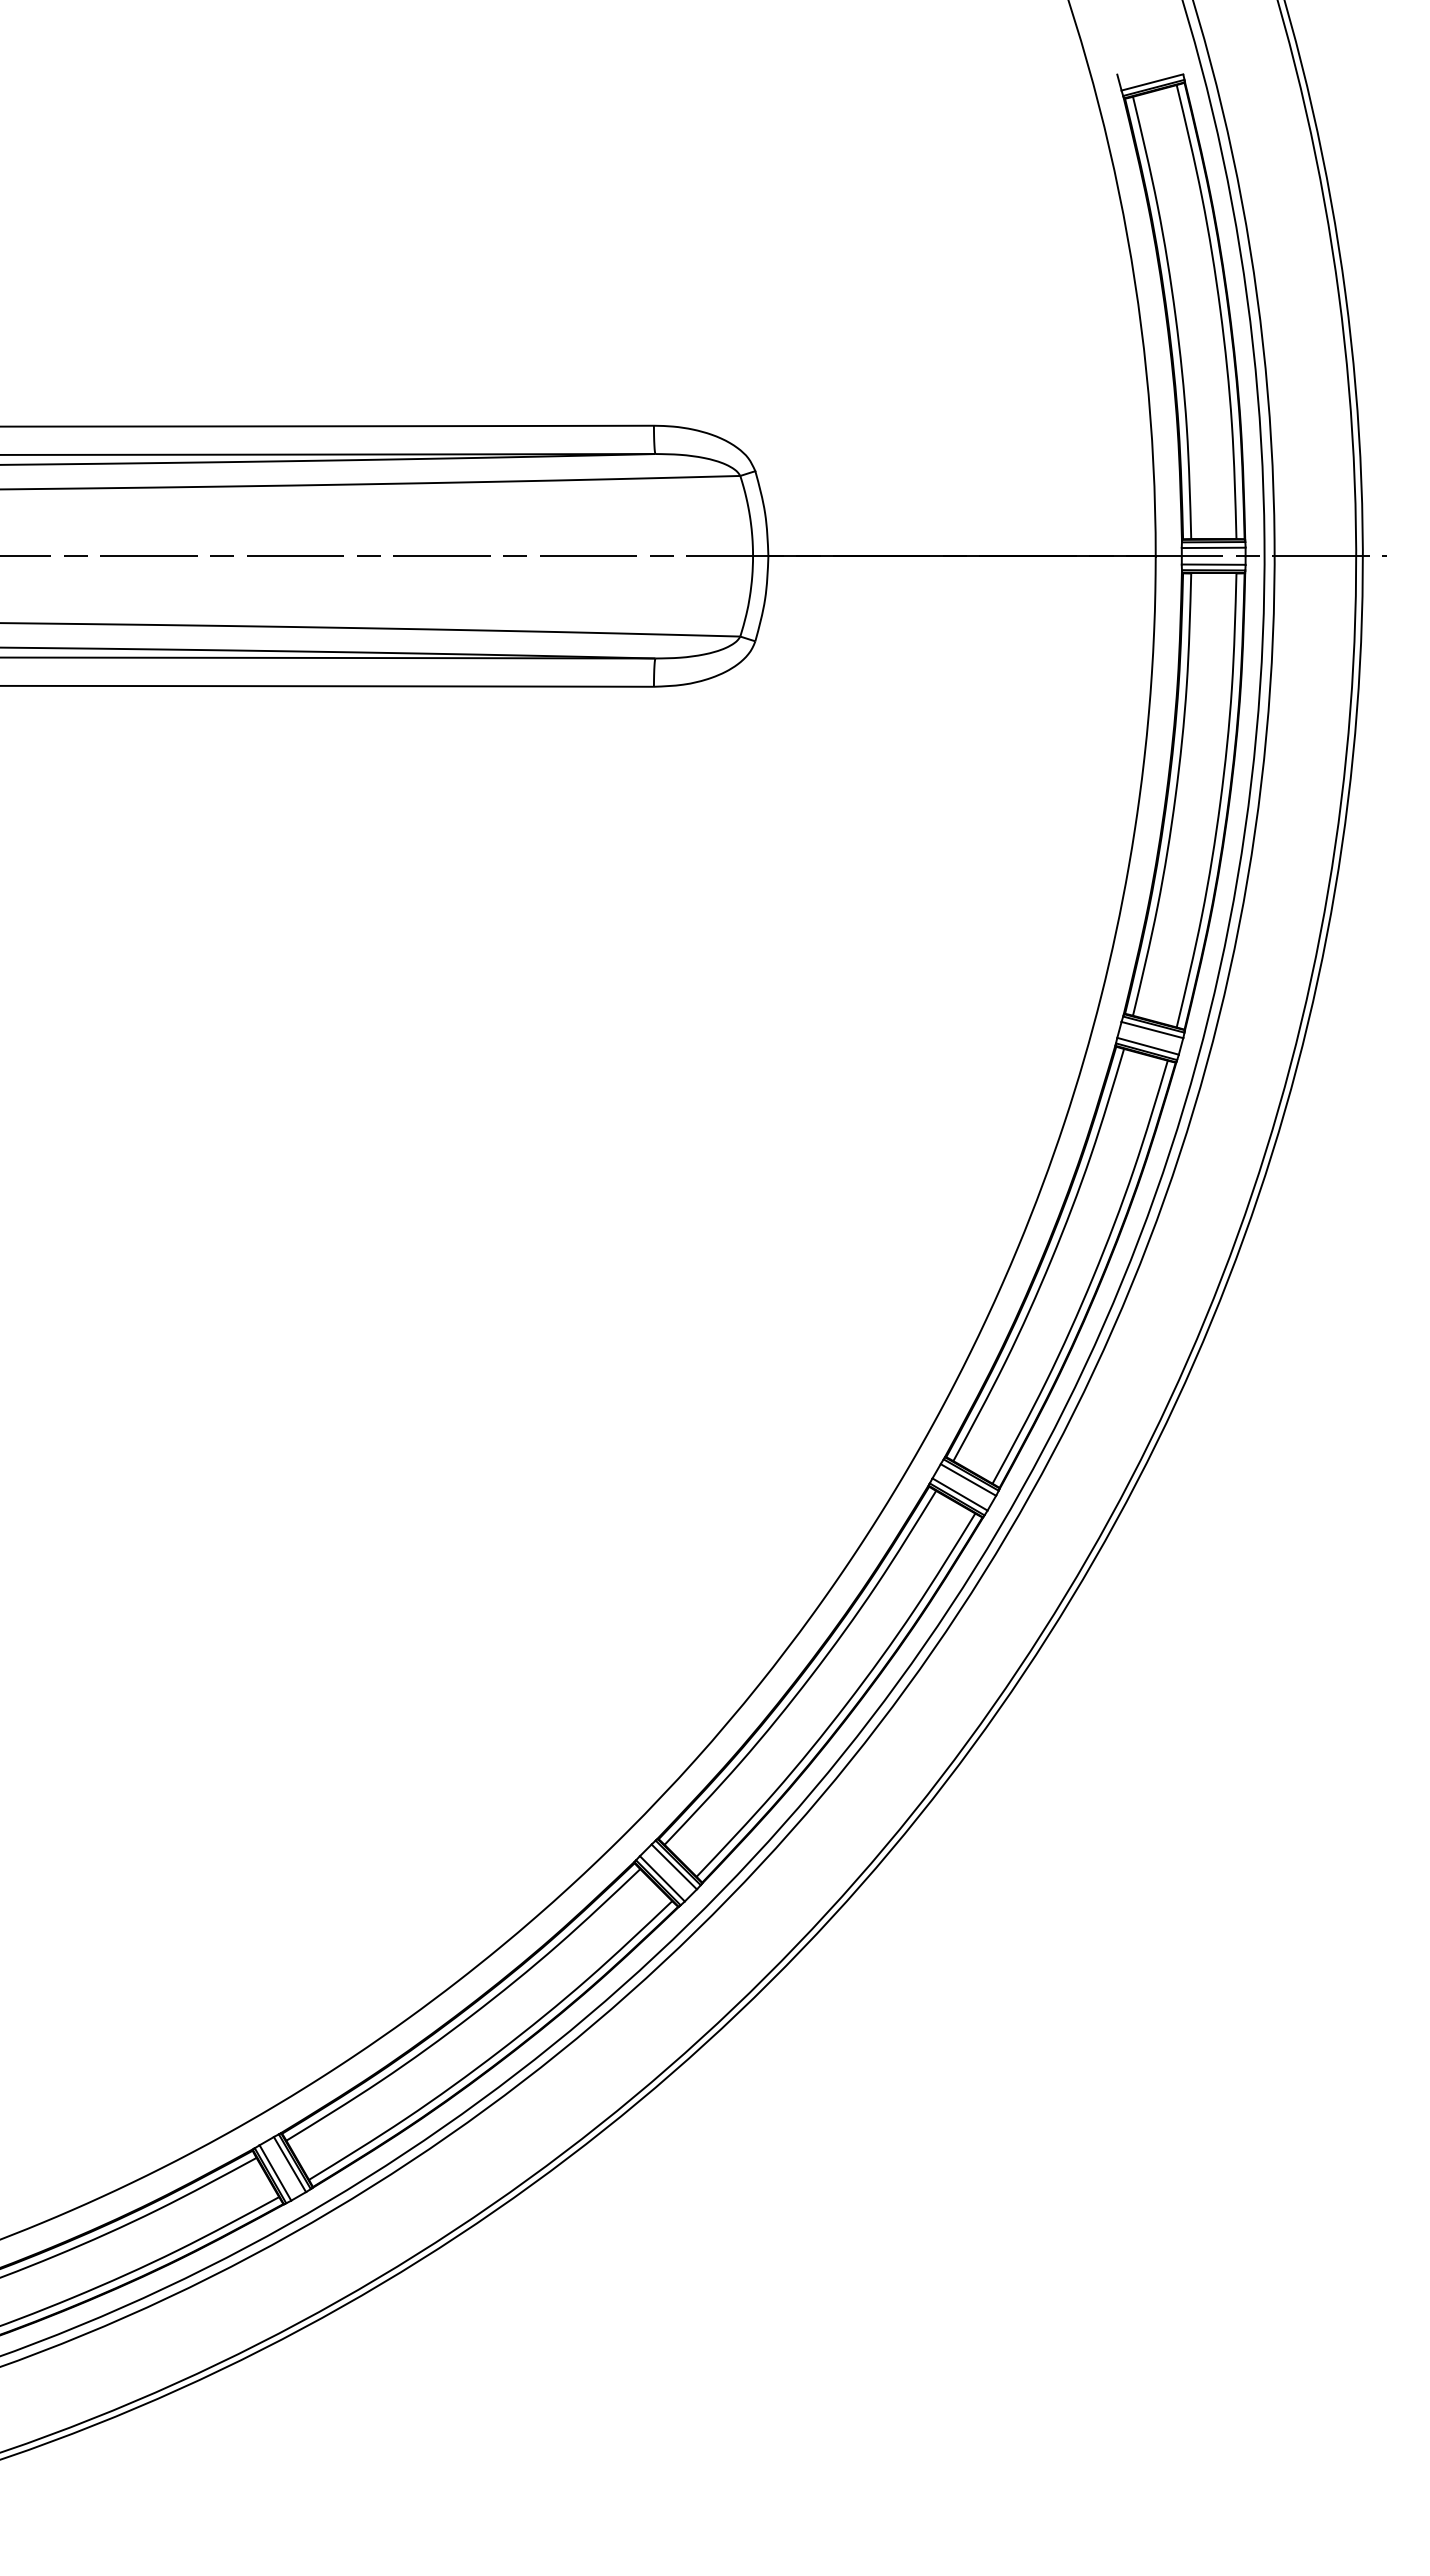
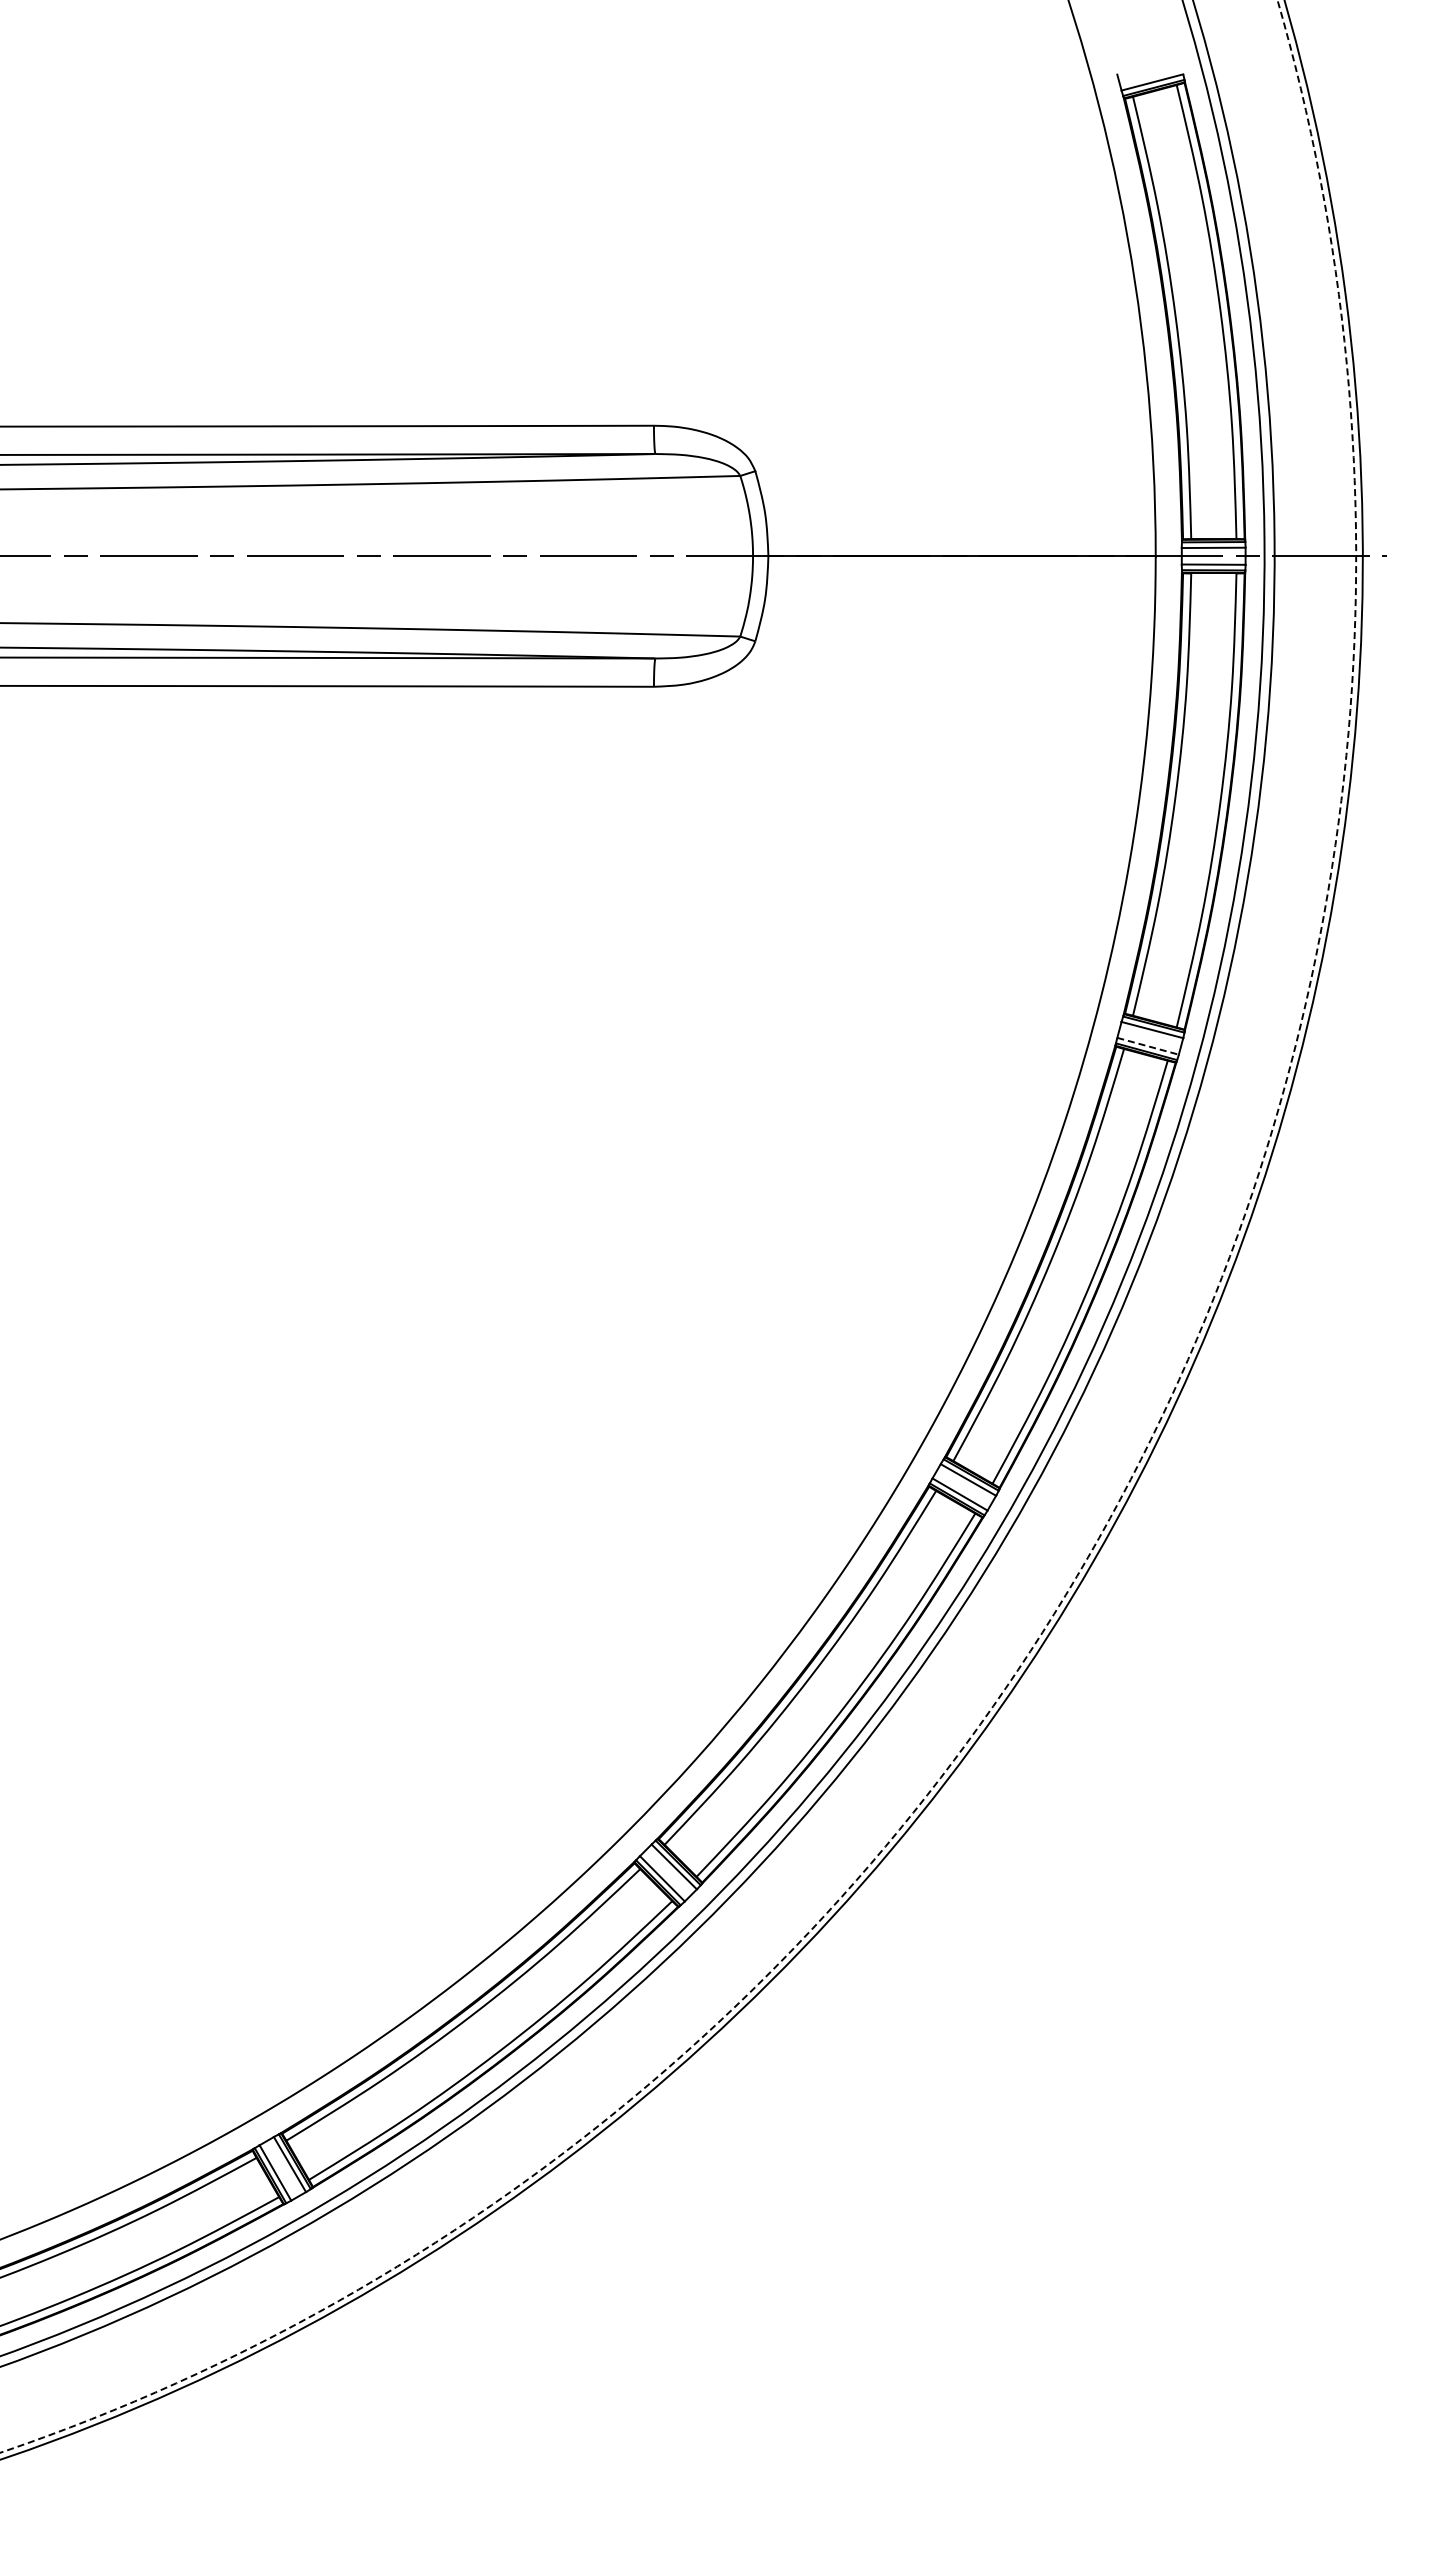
line at (1148, 1046): solid -> dashed
arc at (1128, 1482): solid -> dashed
